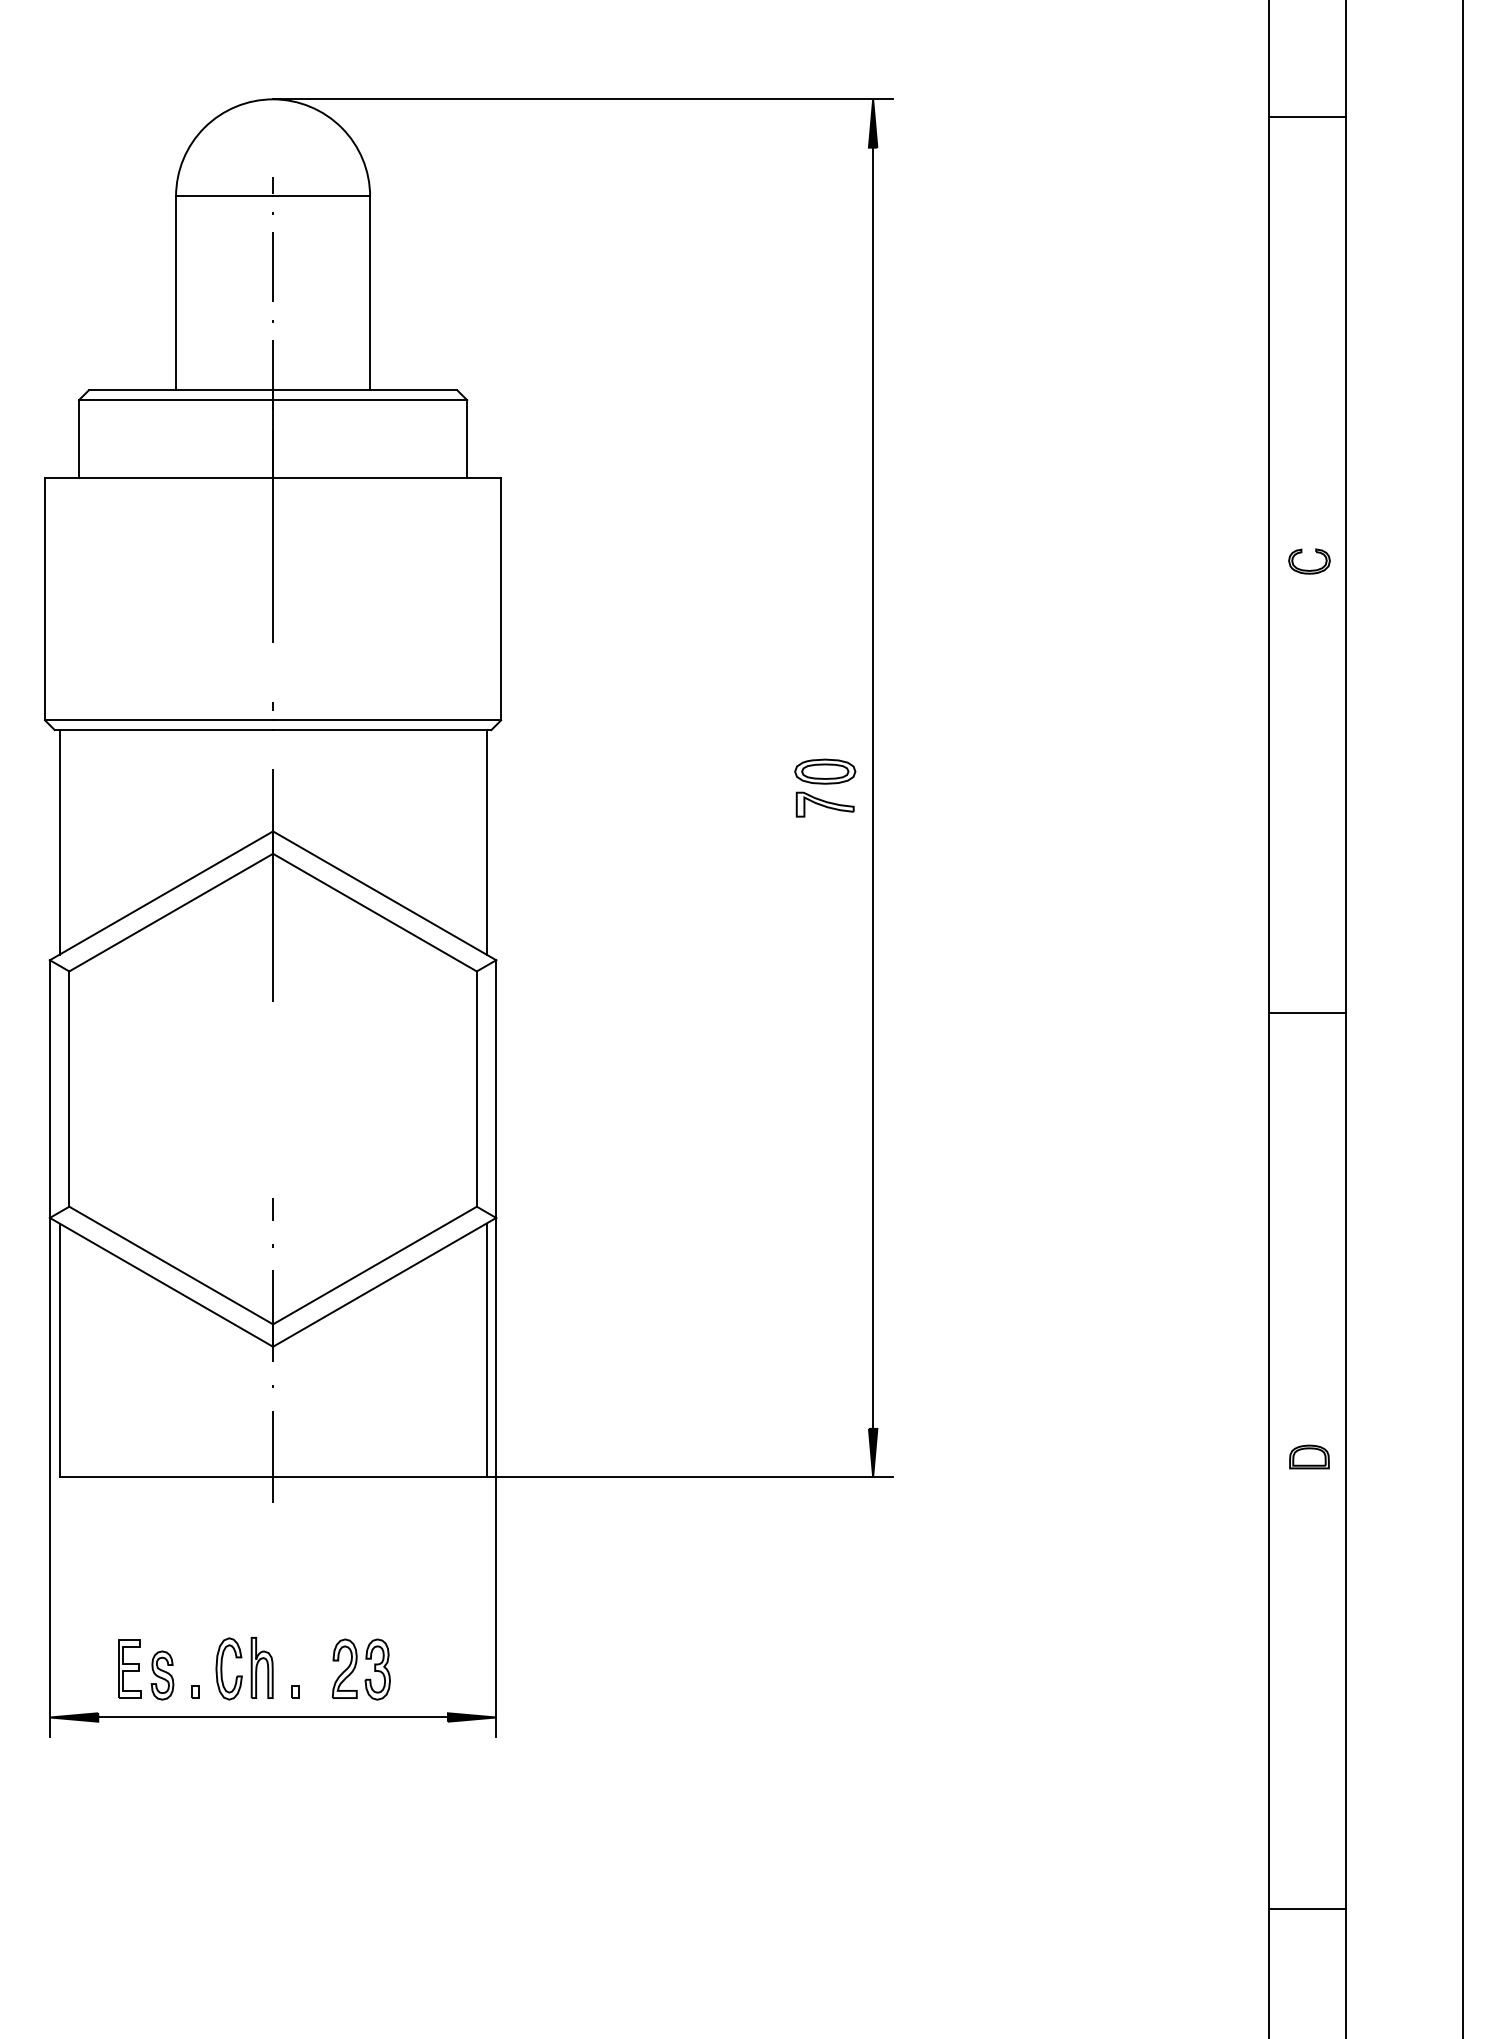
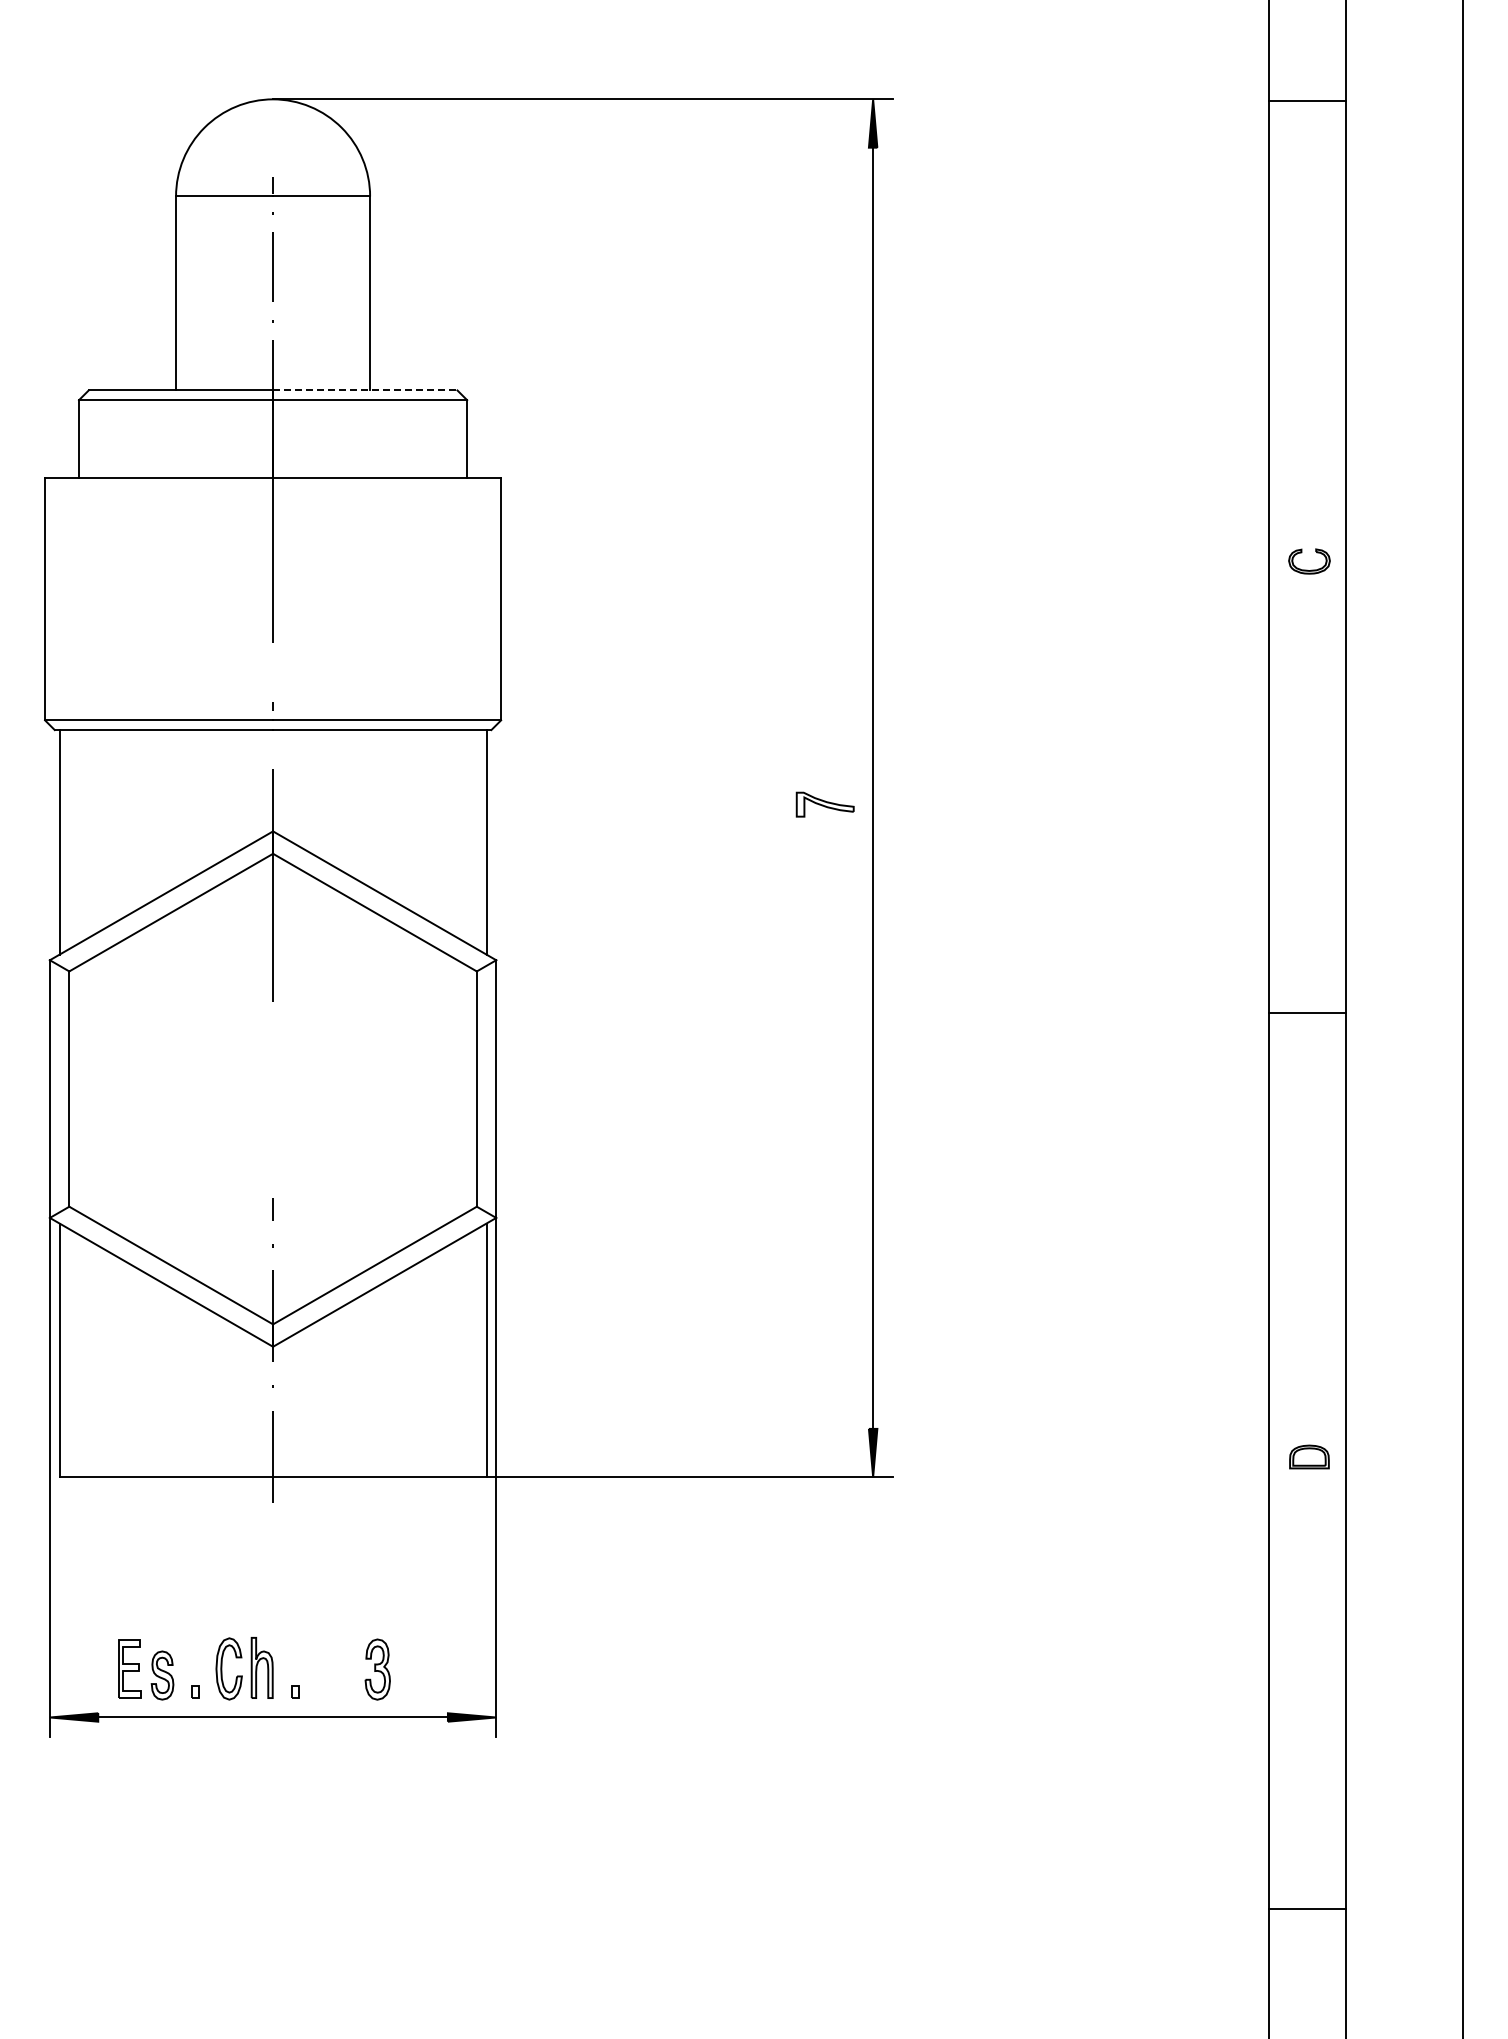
line at (1307, 116) position: (1307, 116) -> (1307, 100)
line at (365, 390): solid -> dashed
part at (825, 771): present -> none
part at (344, 1668): present -> none
